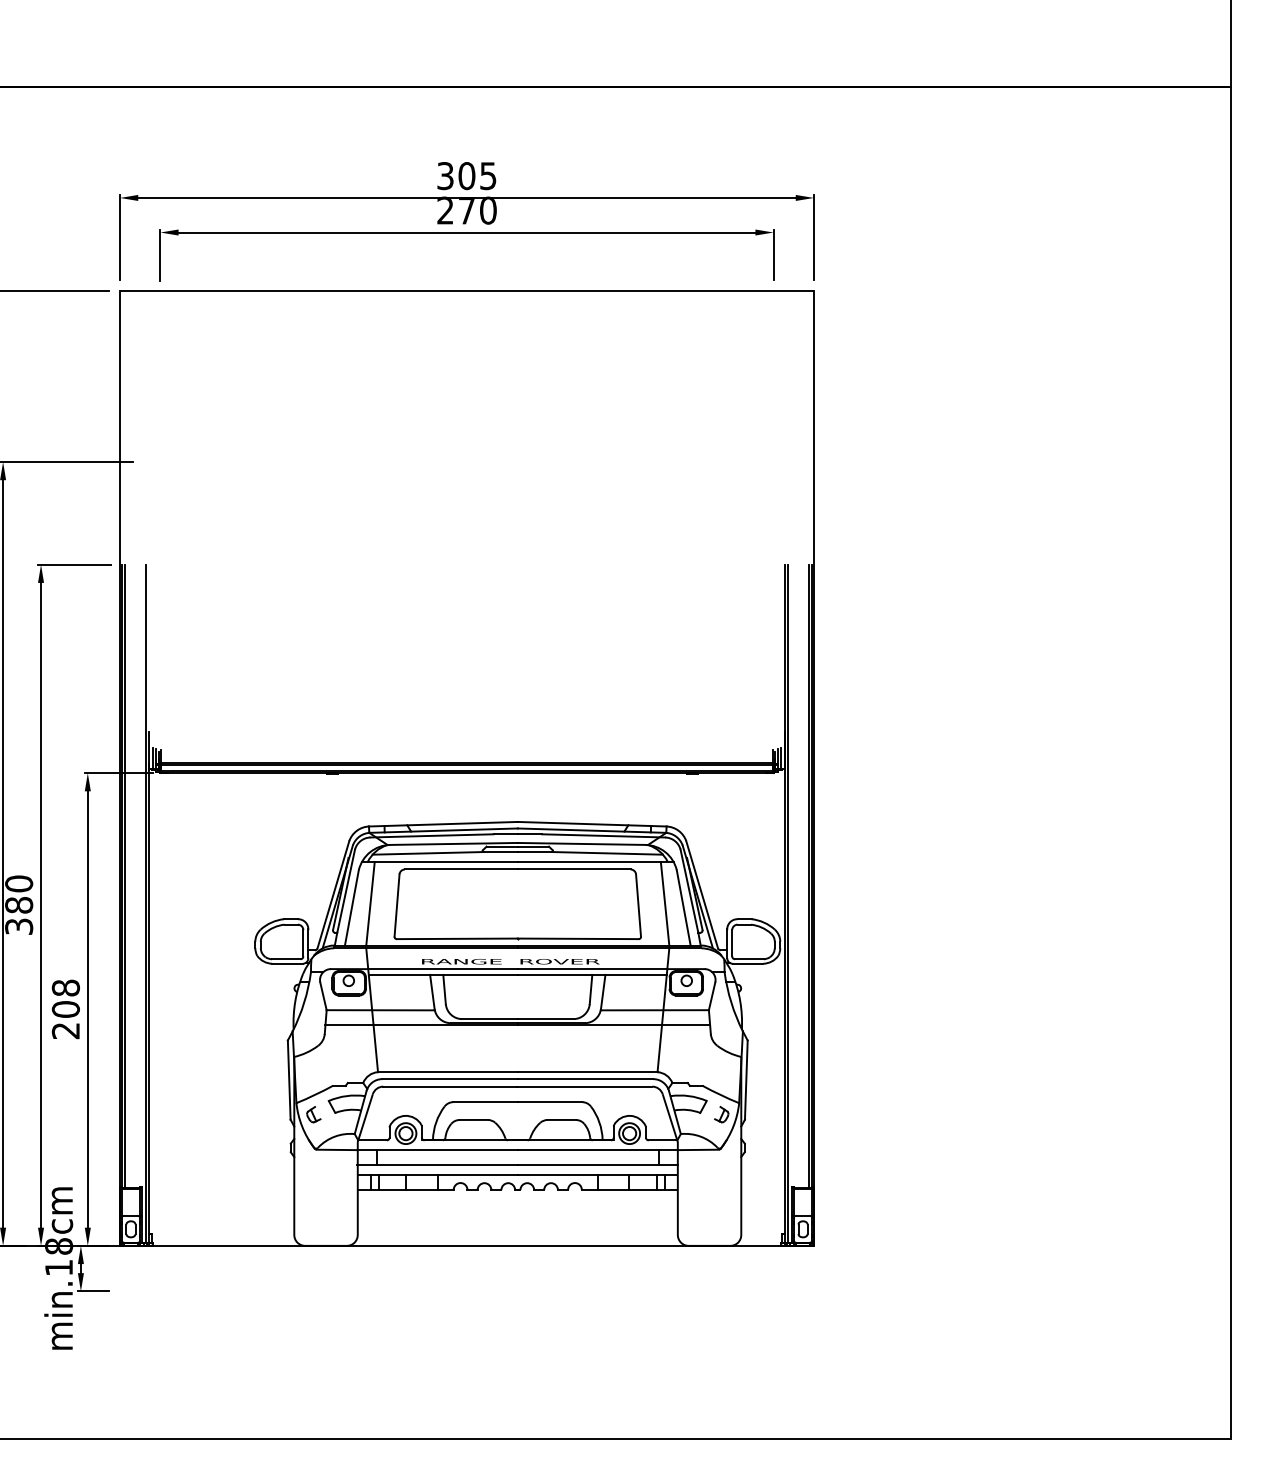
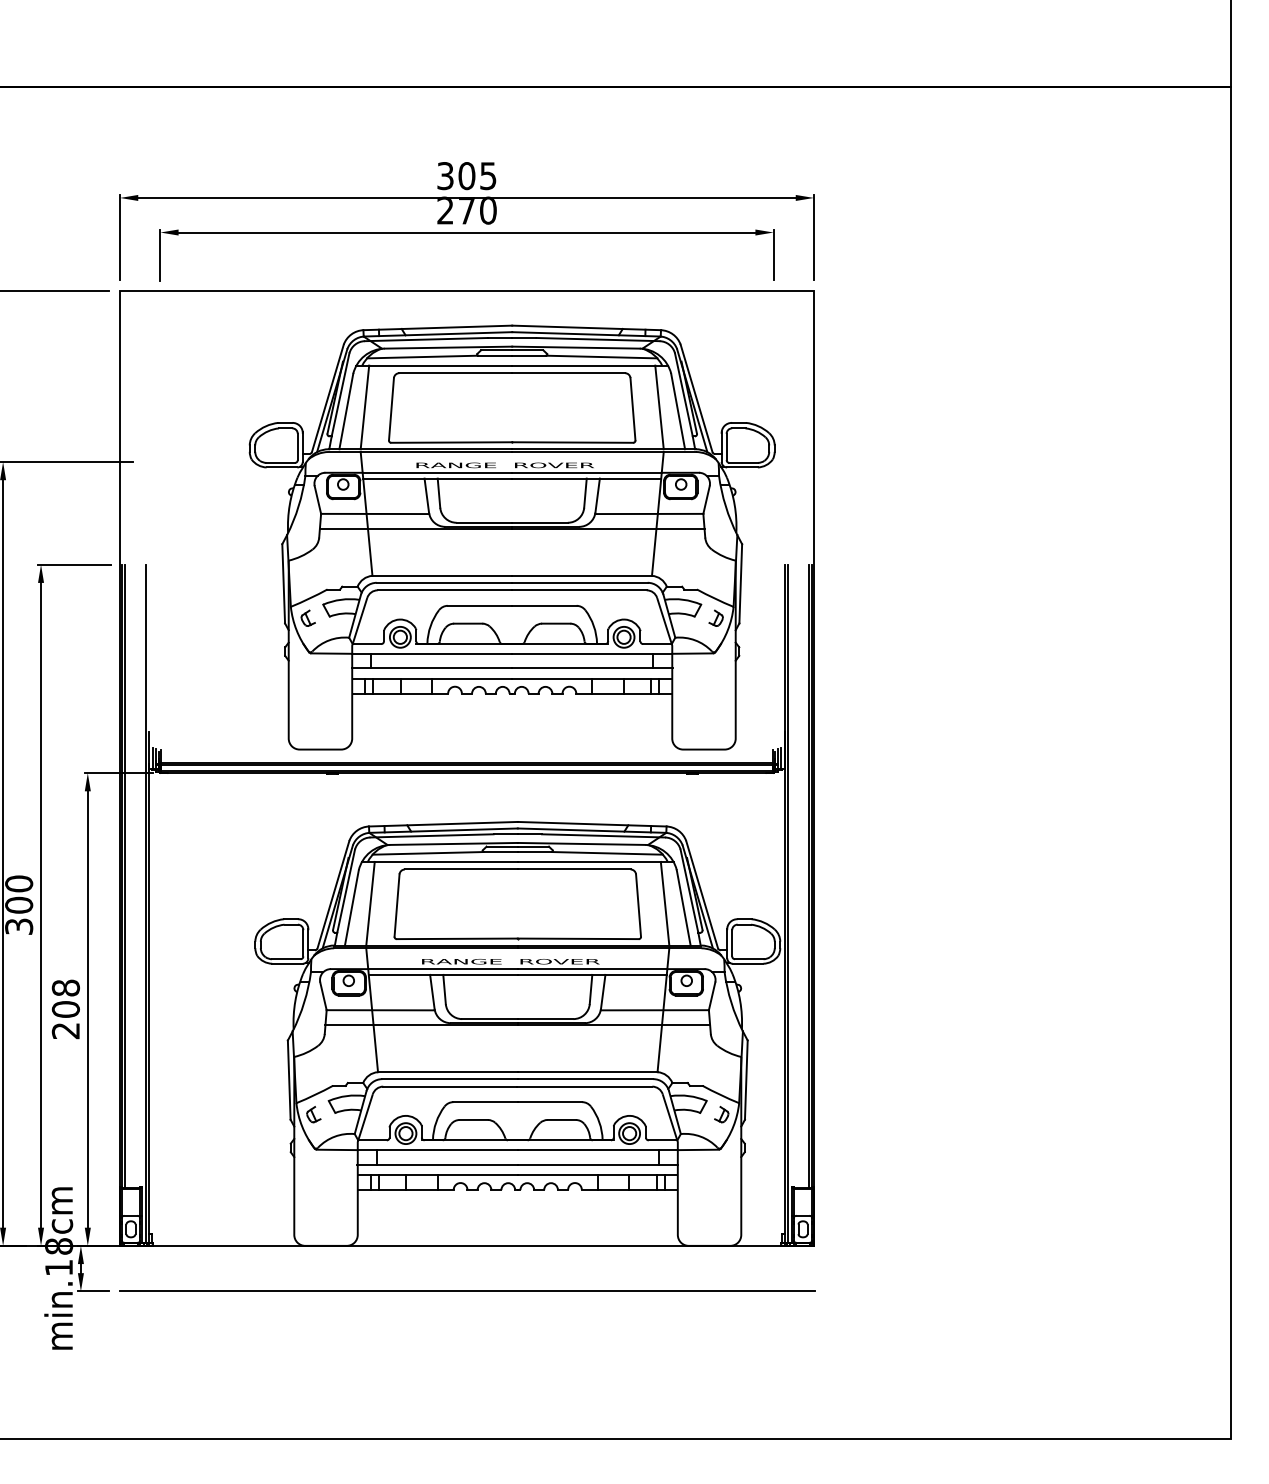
part at (511, 537): none -> present
text at (18, 904): 380 -> 300
line at (467, 1291): none -> present
